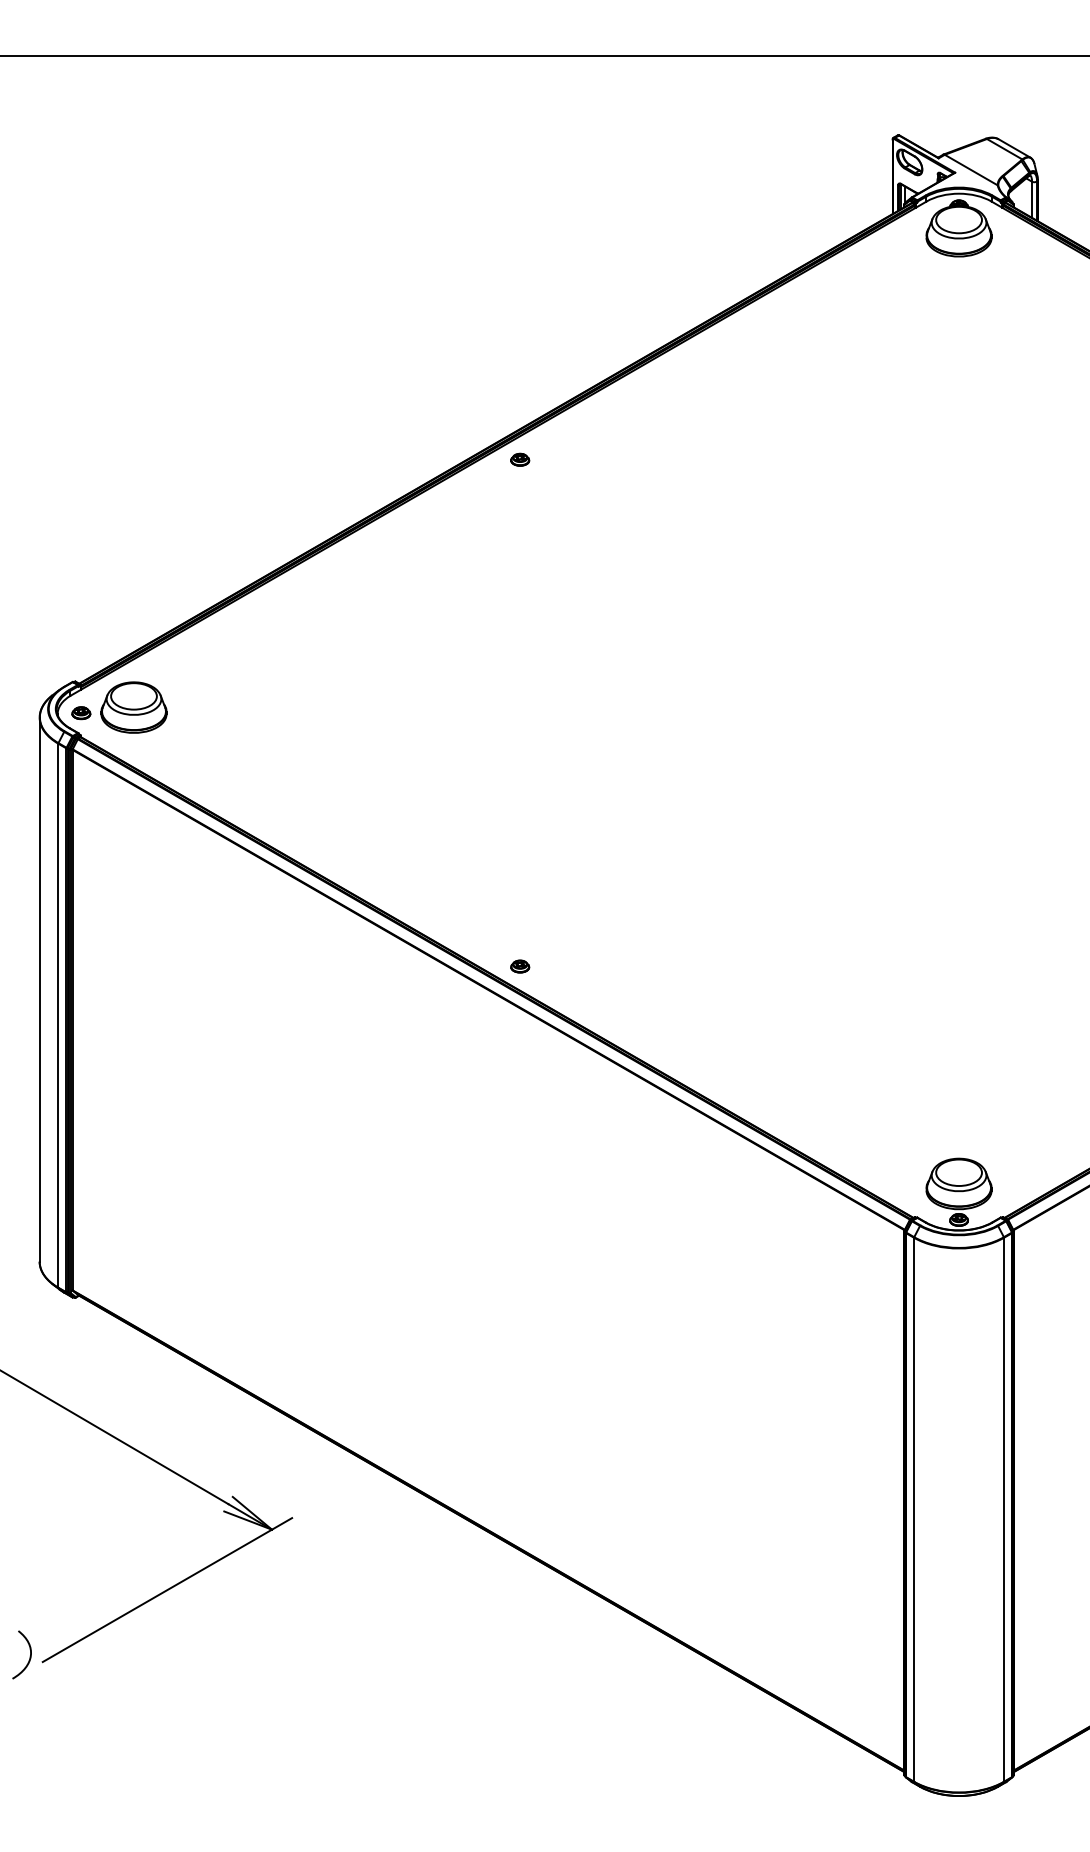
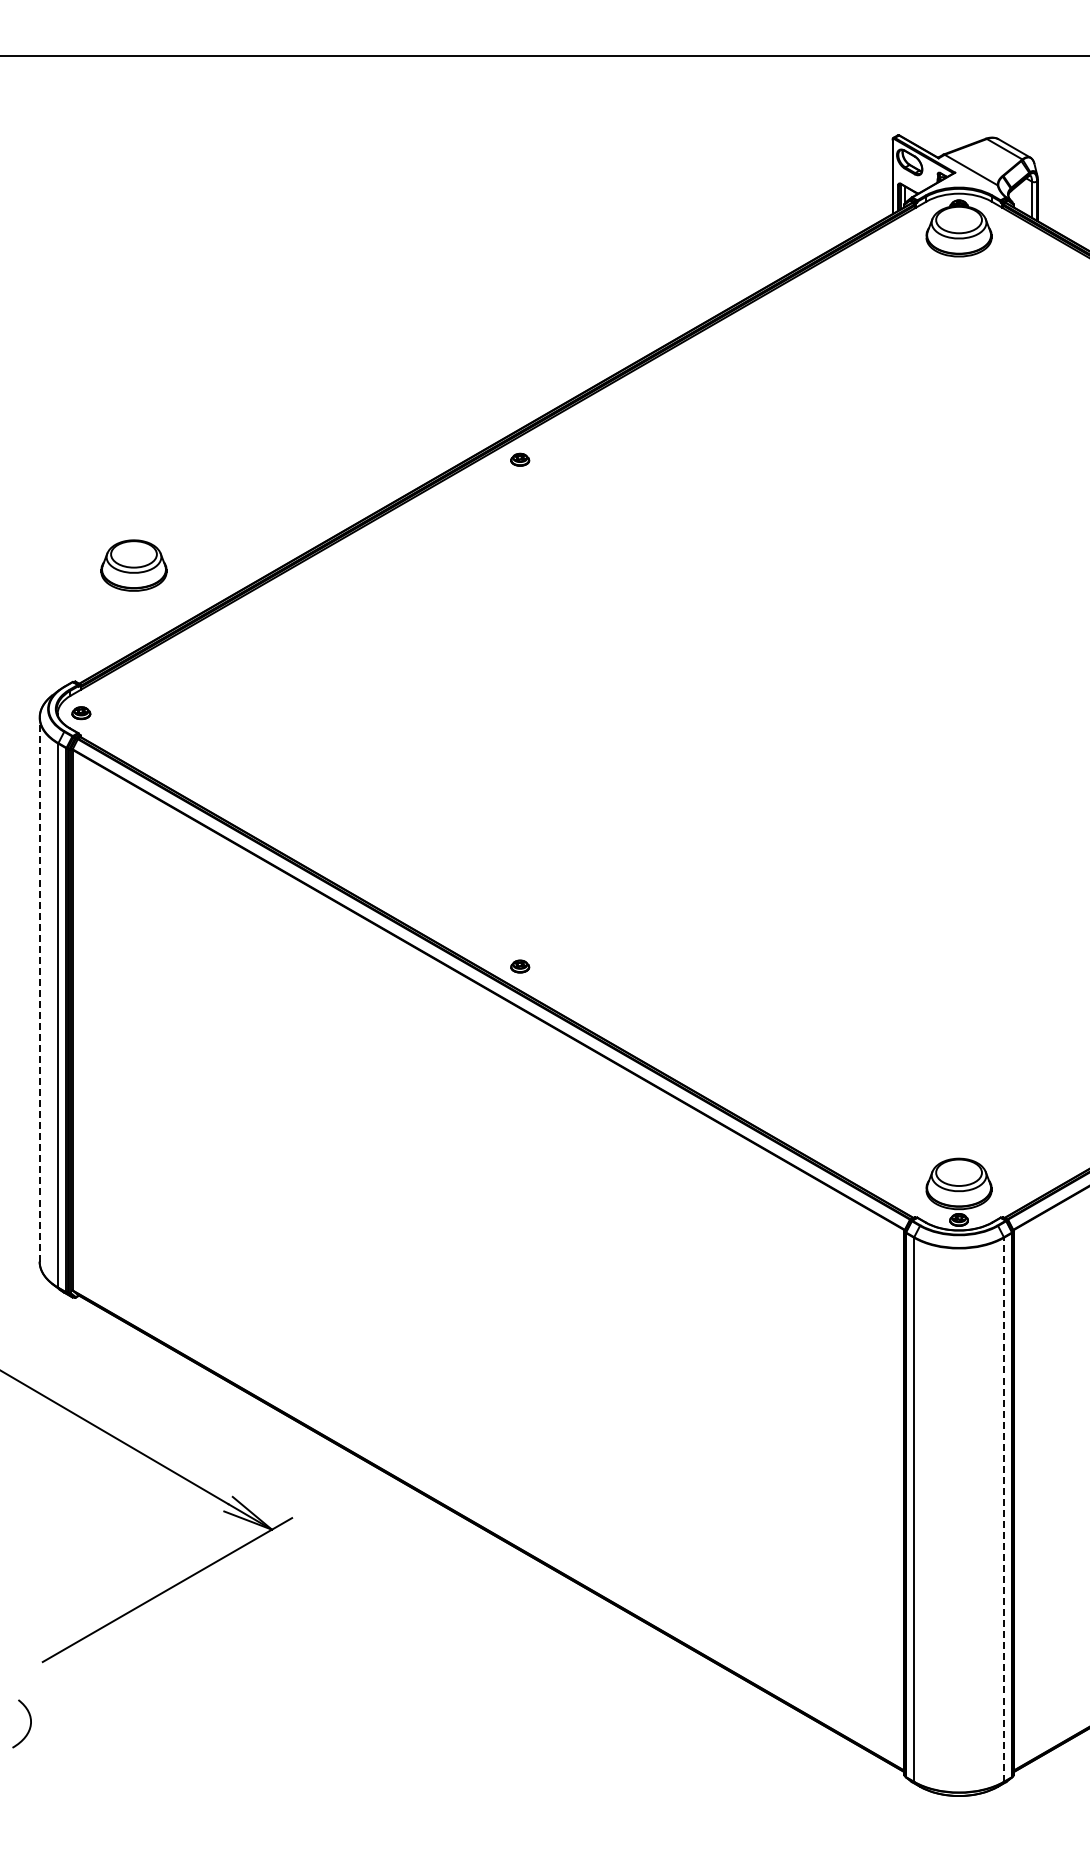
part at (133, 707) position: (133, 707) -> (133, 565)
line at (39, 989): solid -> dashed
line at (1004, 1509): solid -> dashed
curve at (29, 1656) position: (29, 1656) -> (29, 1725)
